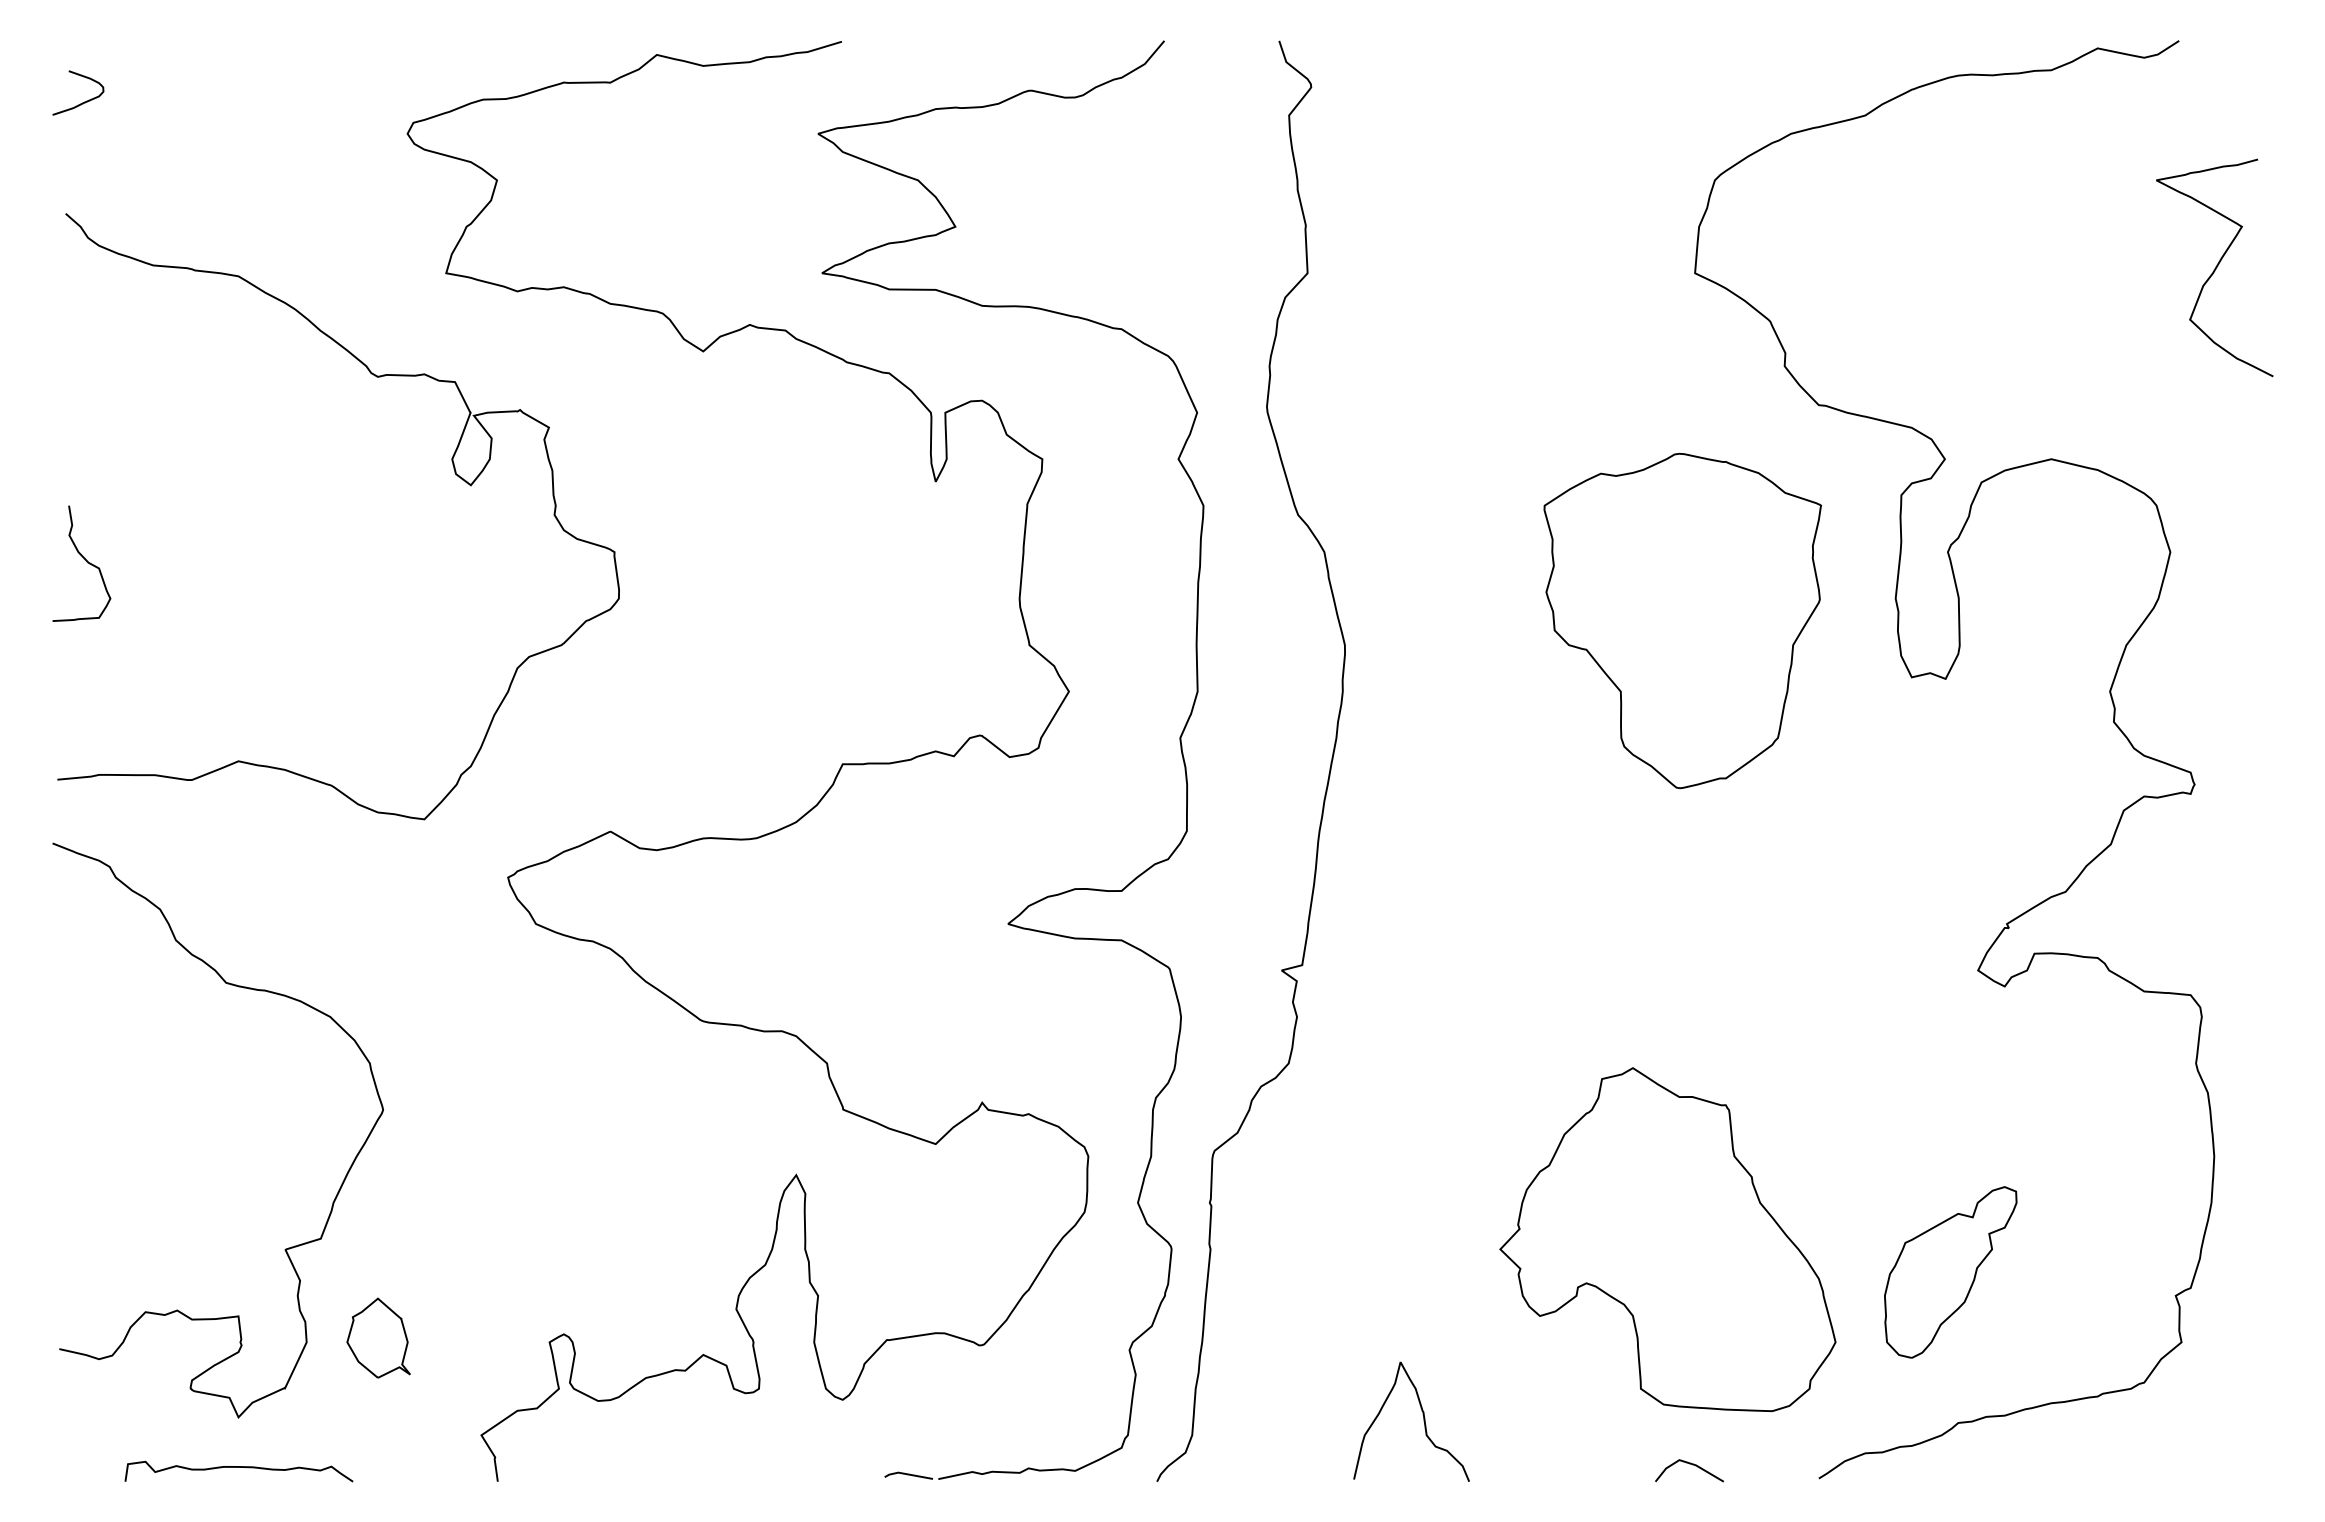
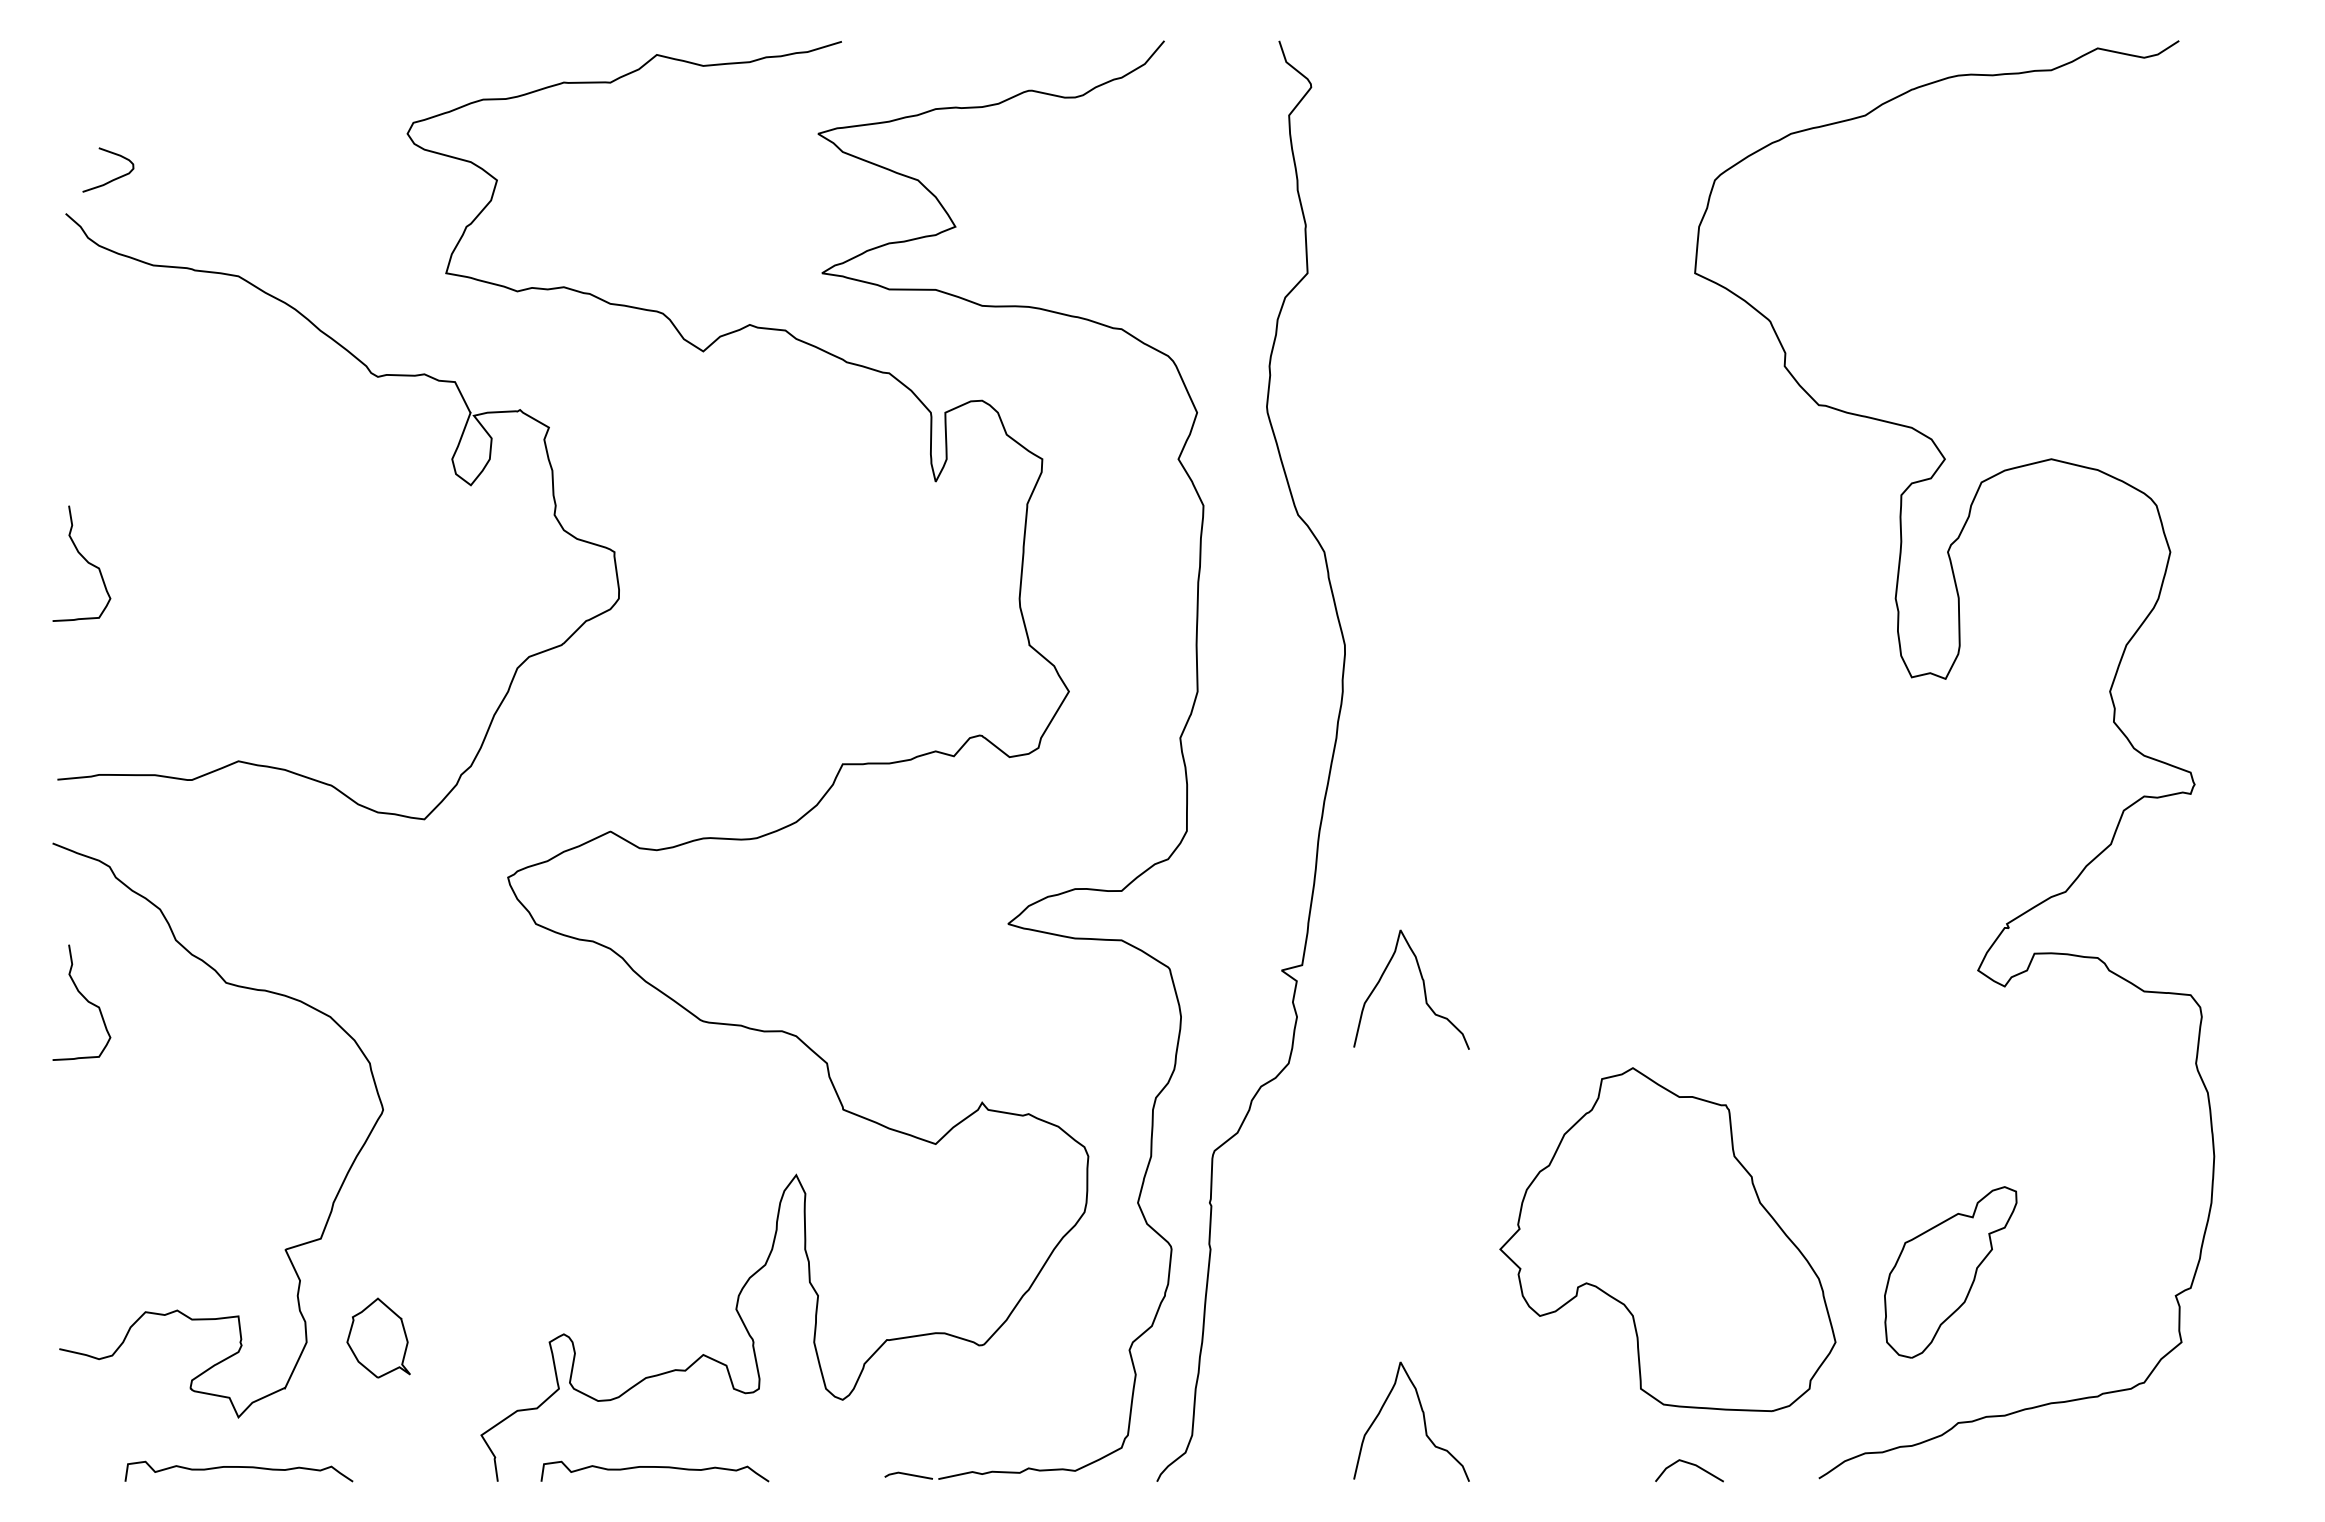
curve at (82, 102) position: (82, 102) -> (112, 179)
curve at (2215, 267): present -> none
part at (1682, 620): present -> none
curve at (1423, 989): none -> present
curve at (84, 998): none -> present
curve at (654, 1467): none -> present
